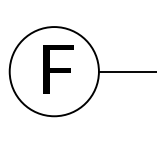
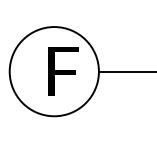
text at (58, 69) position: (58, 69) -> (63, 71)
